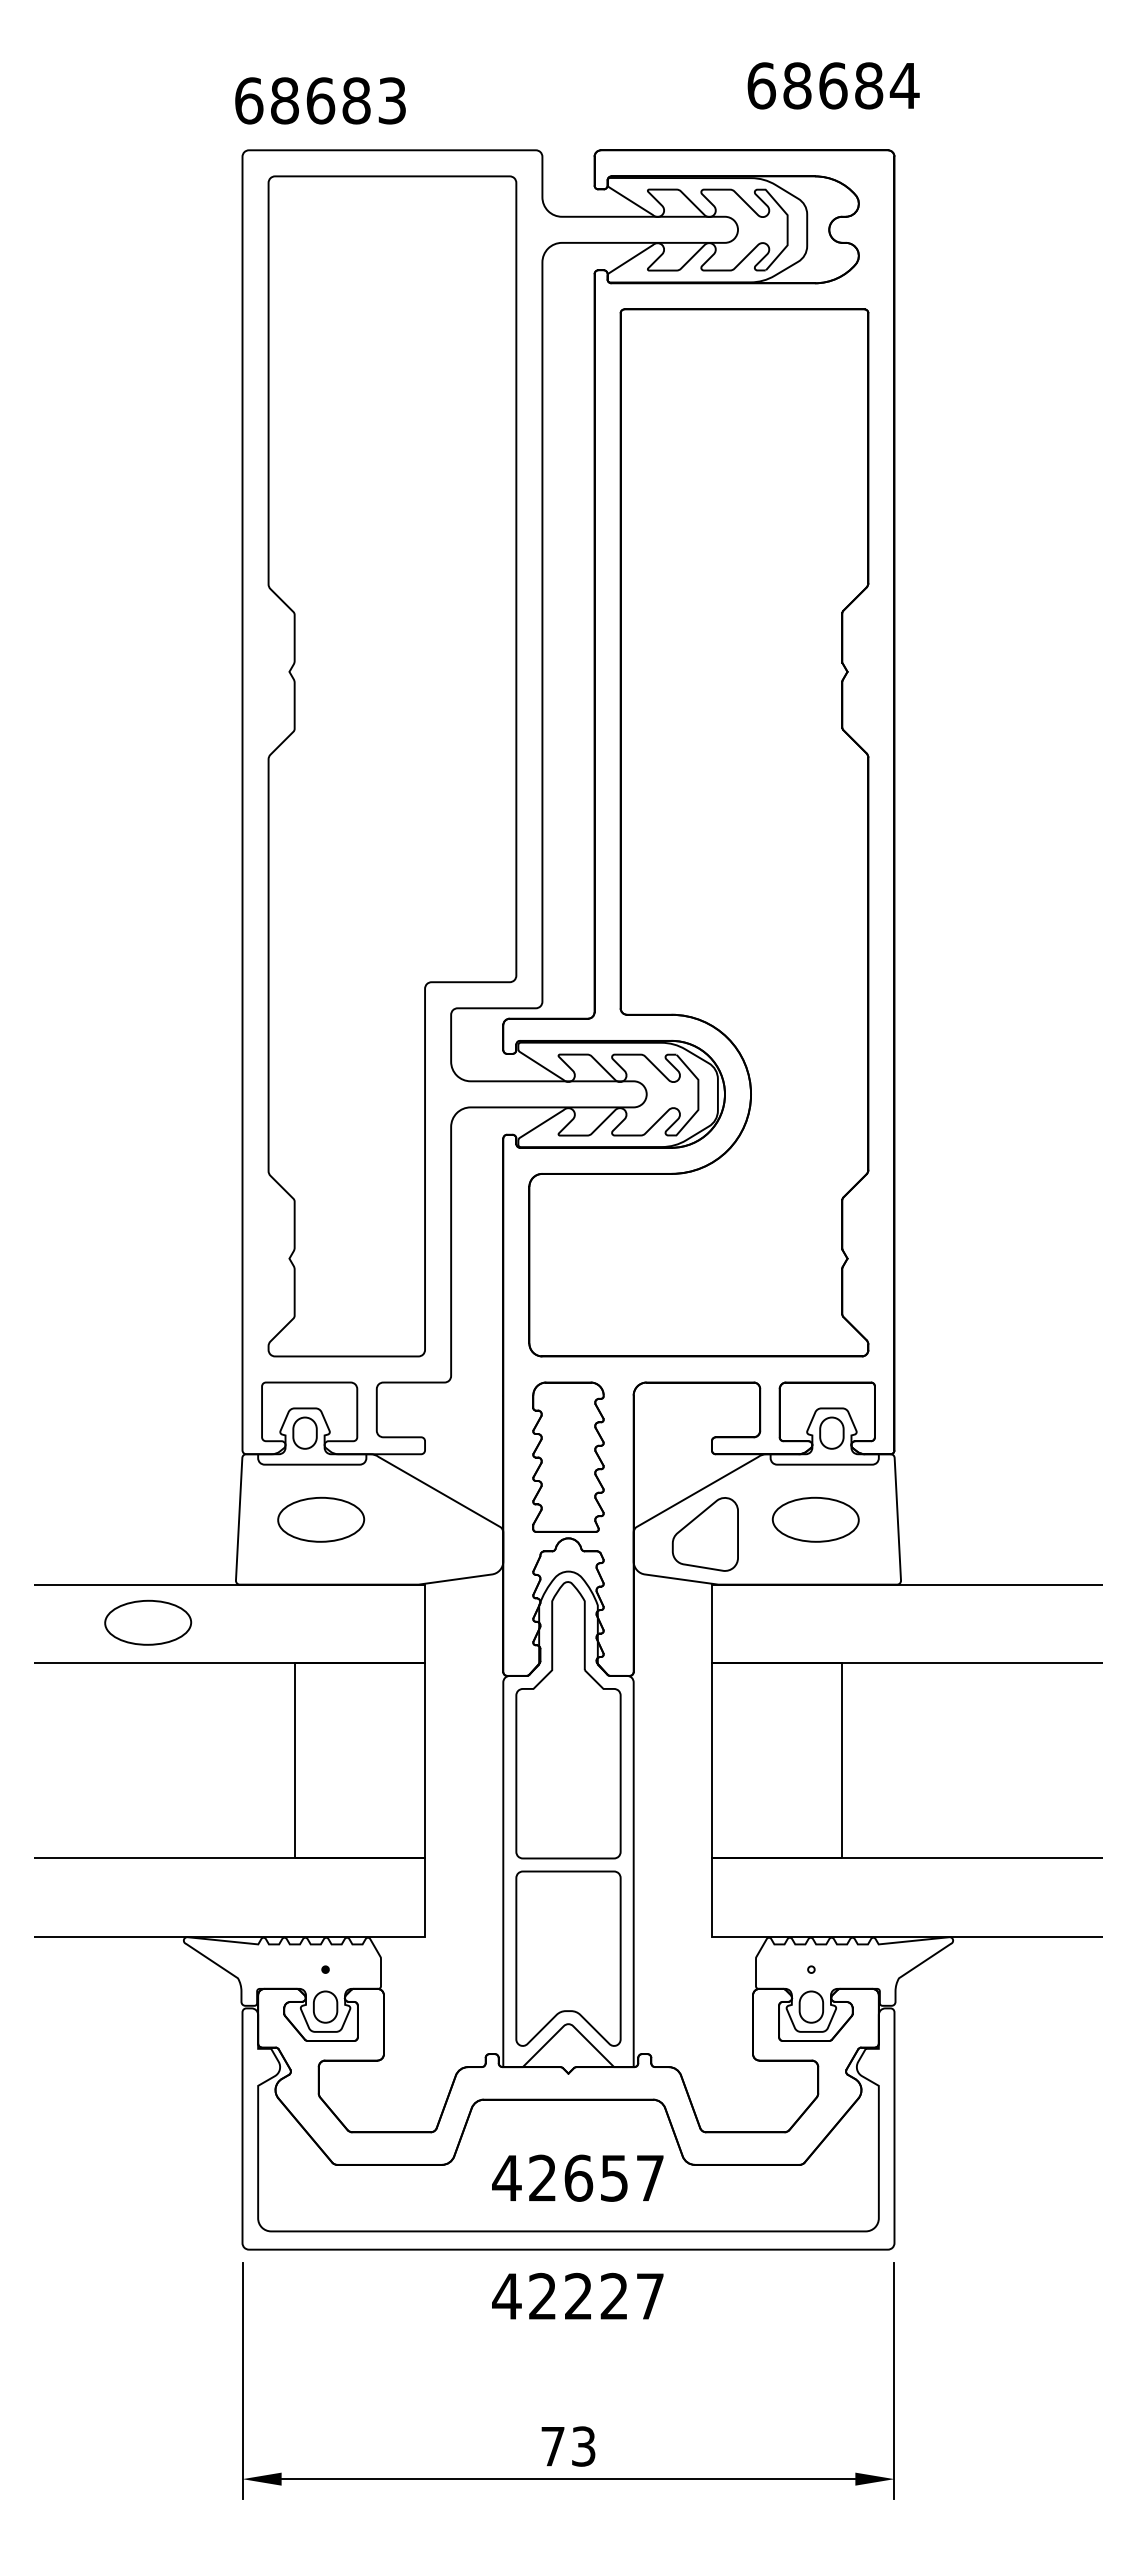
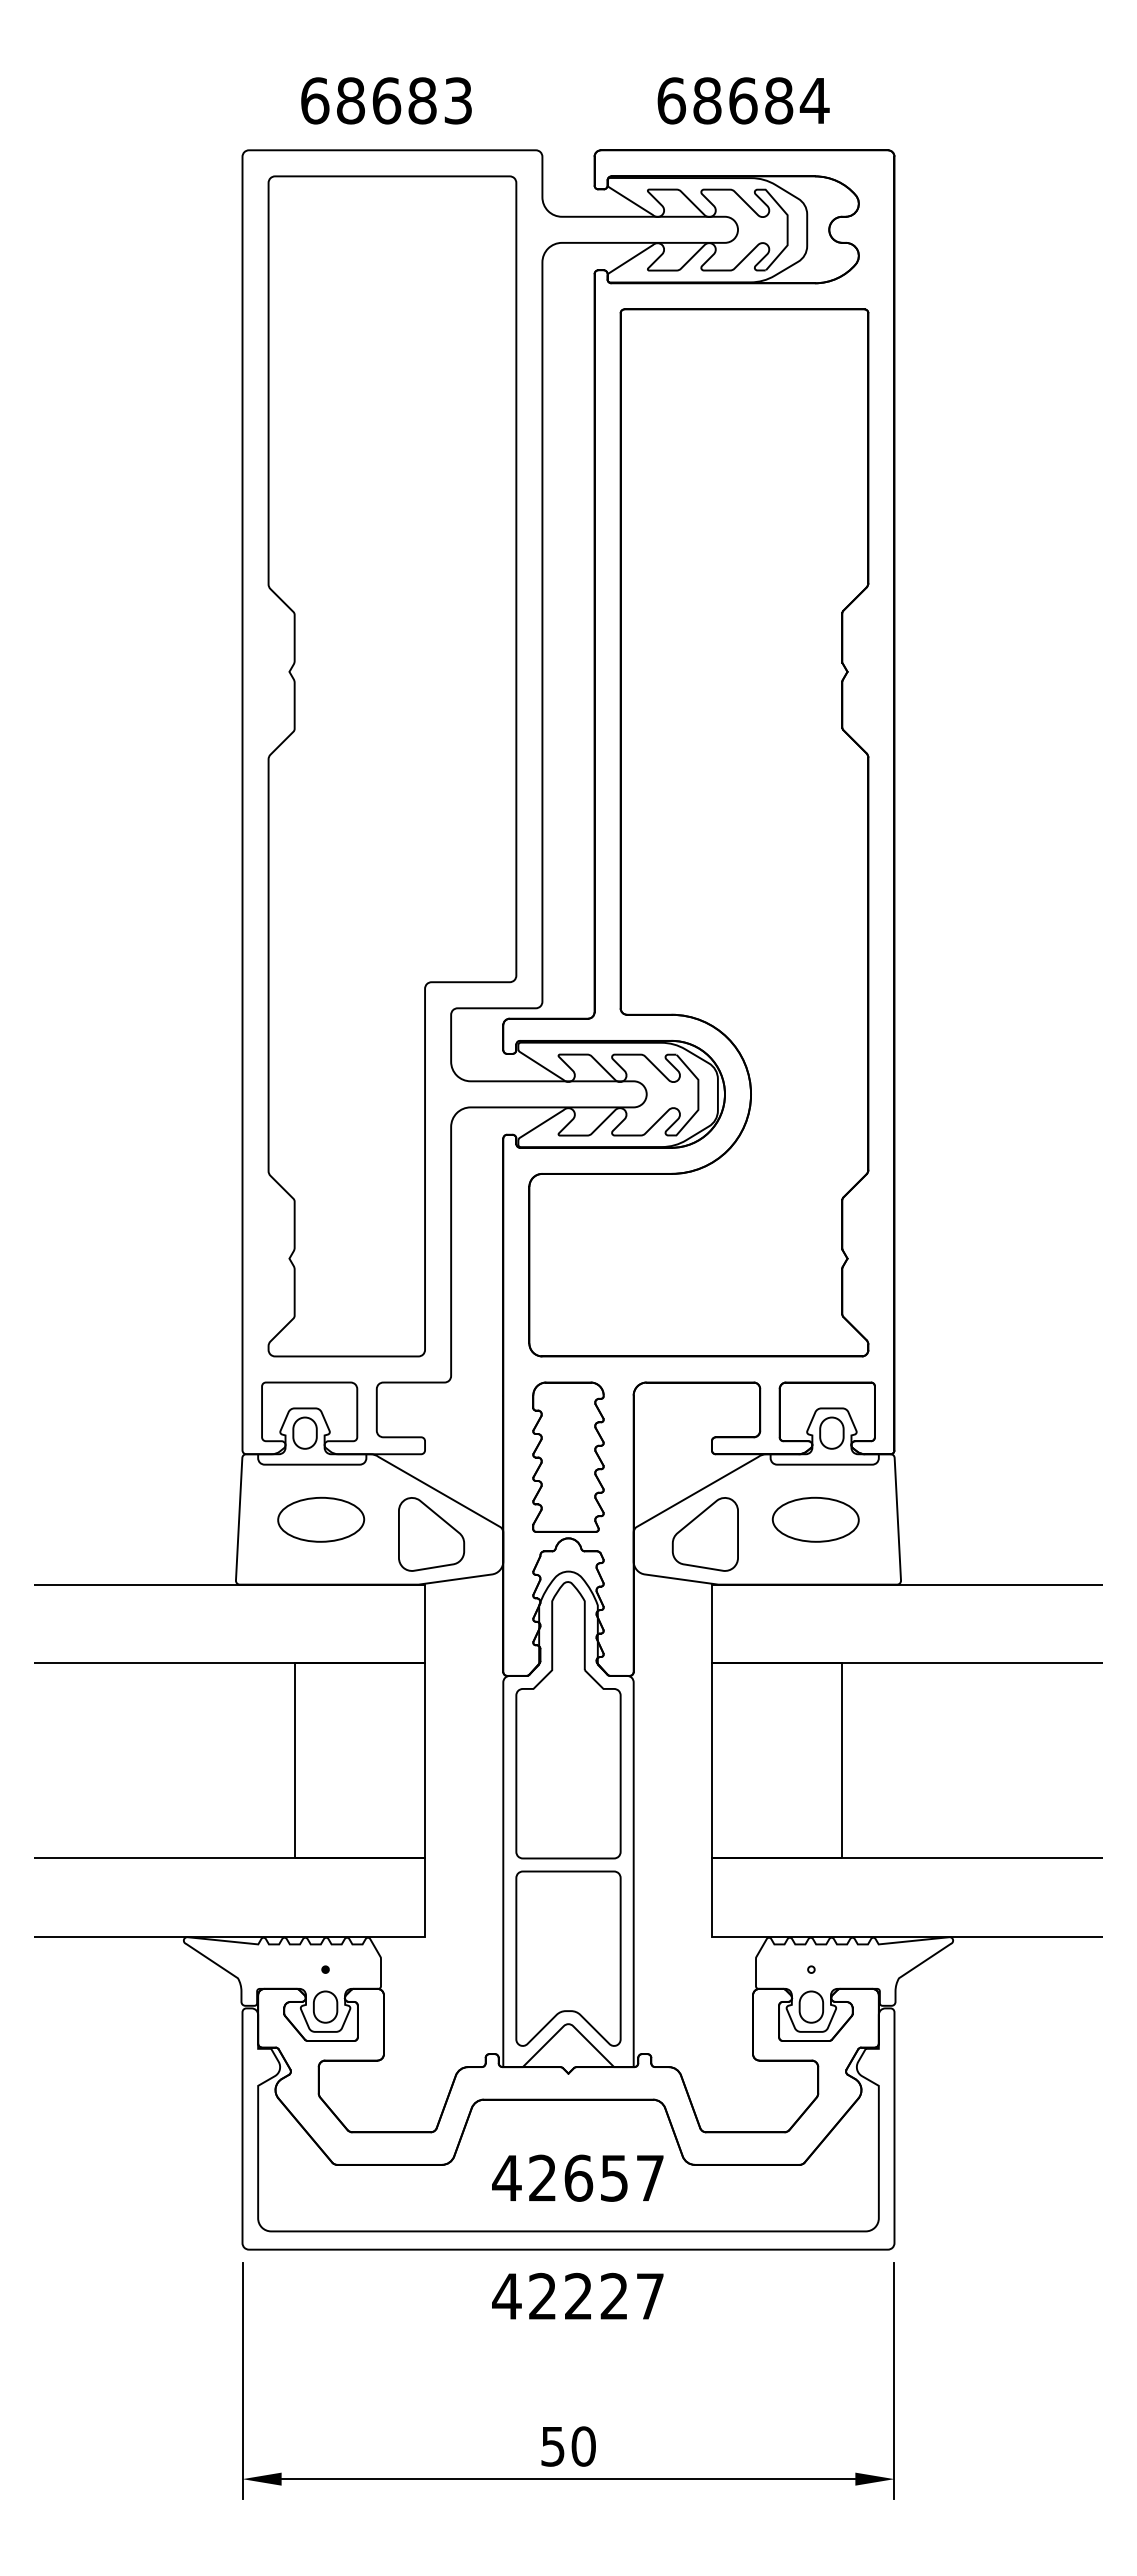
text at (833, 85) position: (833, 85) -> (743, 100)
text at (320, 100) position: (320, 100) -> (386, 100)
part at (431, 1534): none -> present
part at (148, 1622): present -> none
text at (568, 2446): 73 -> 50
